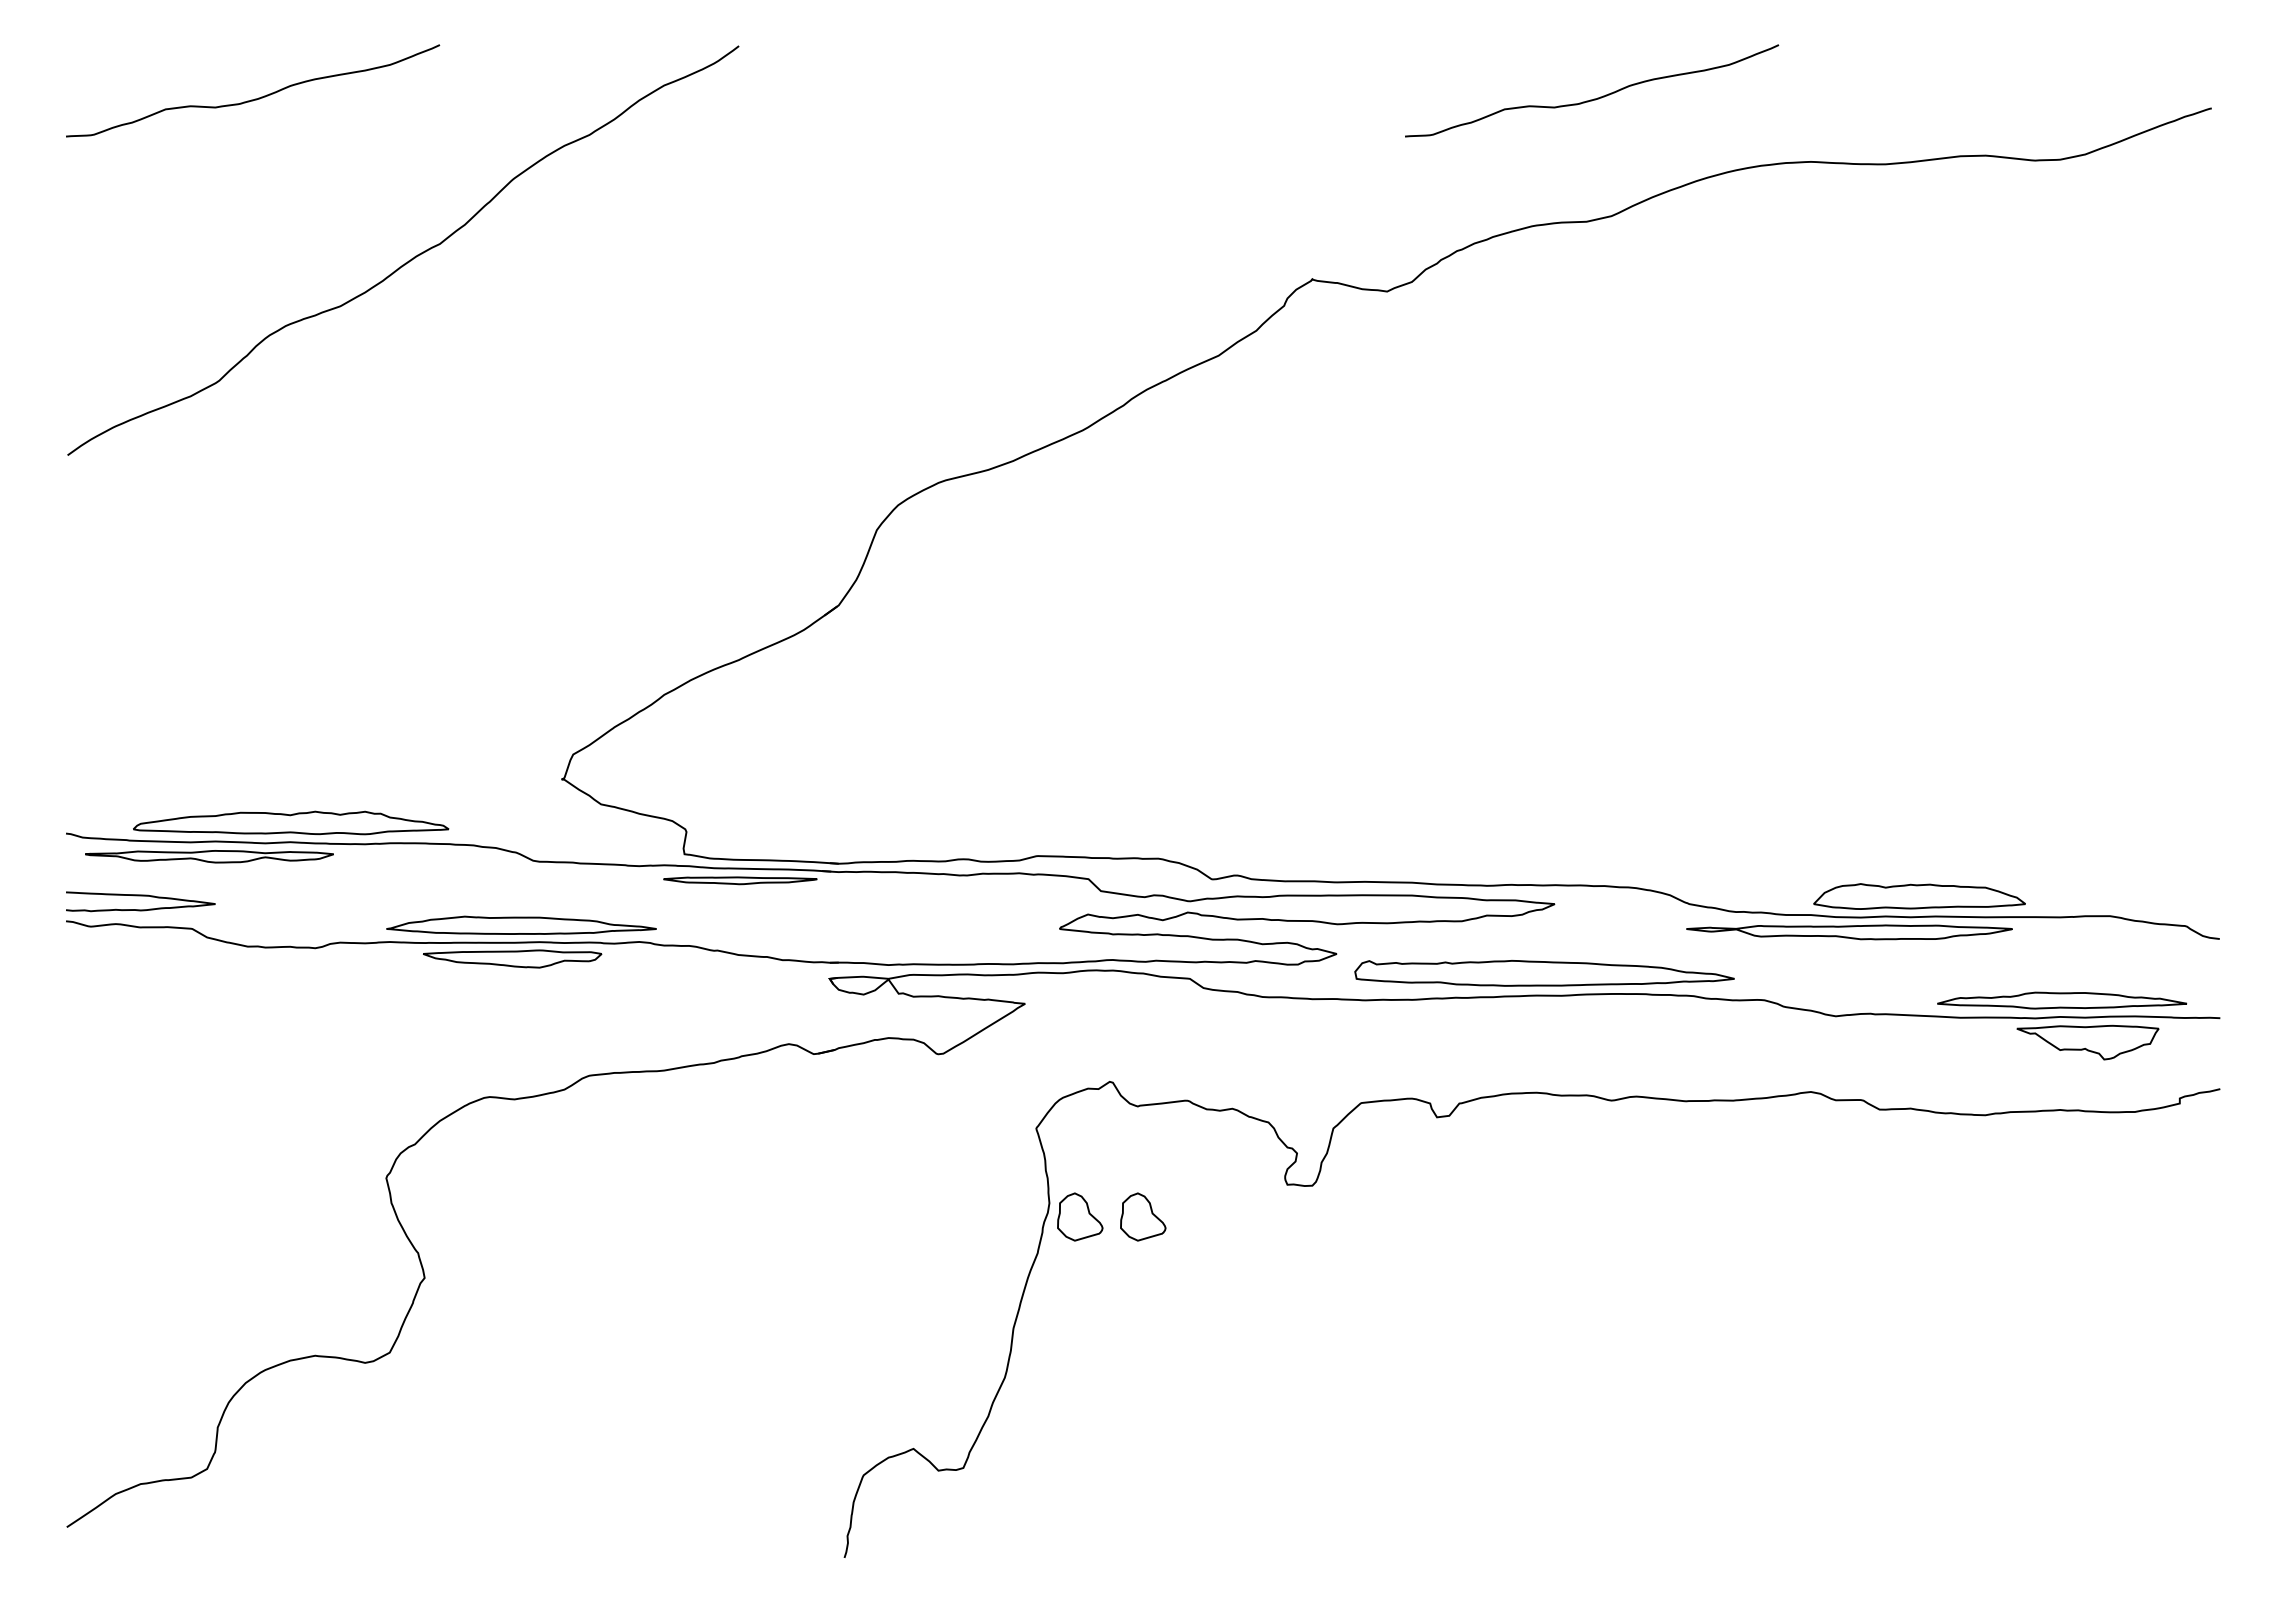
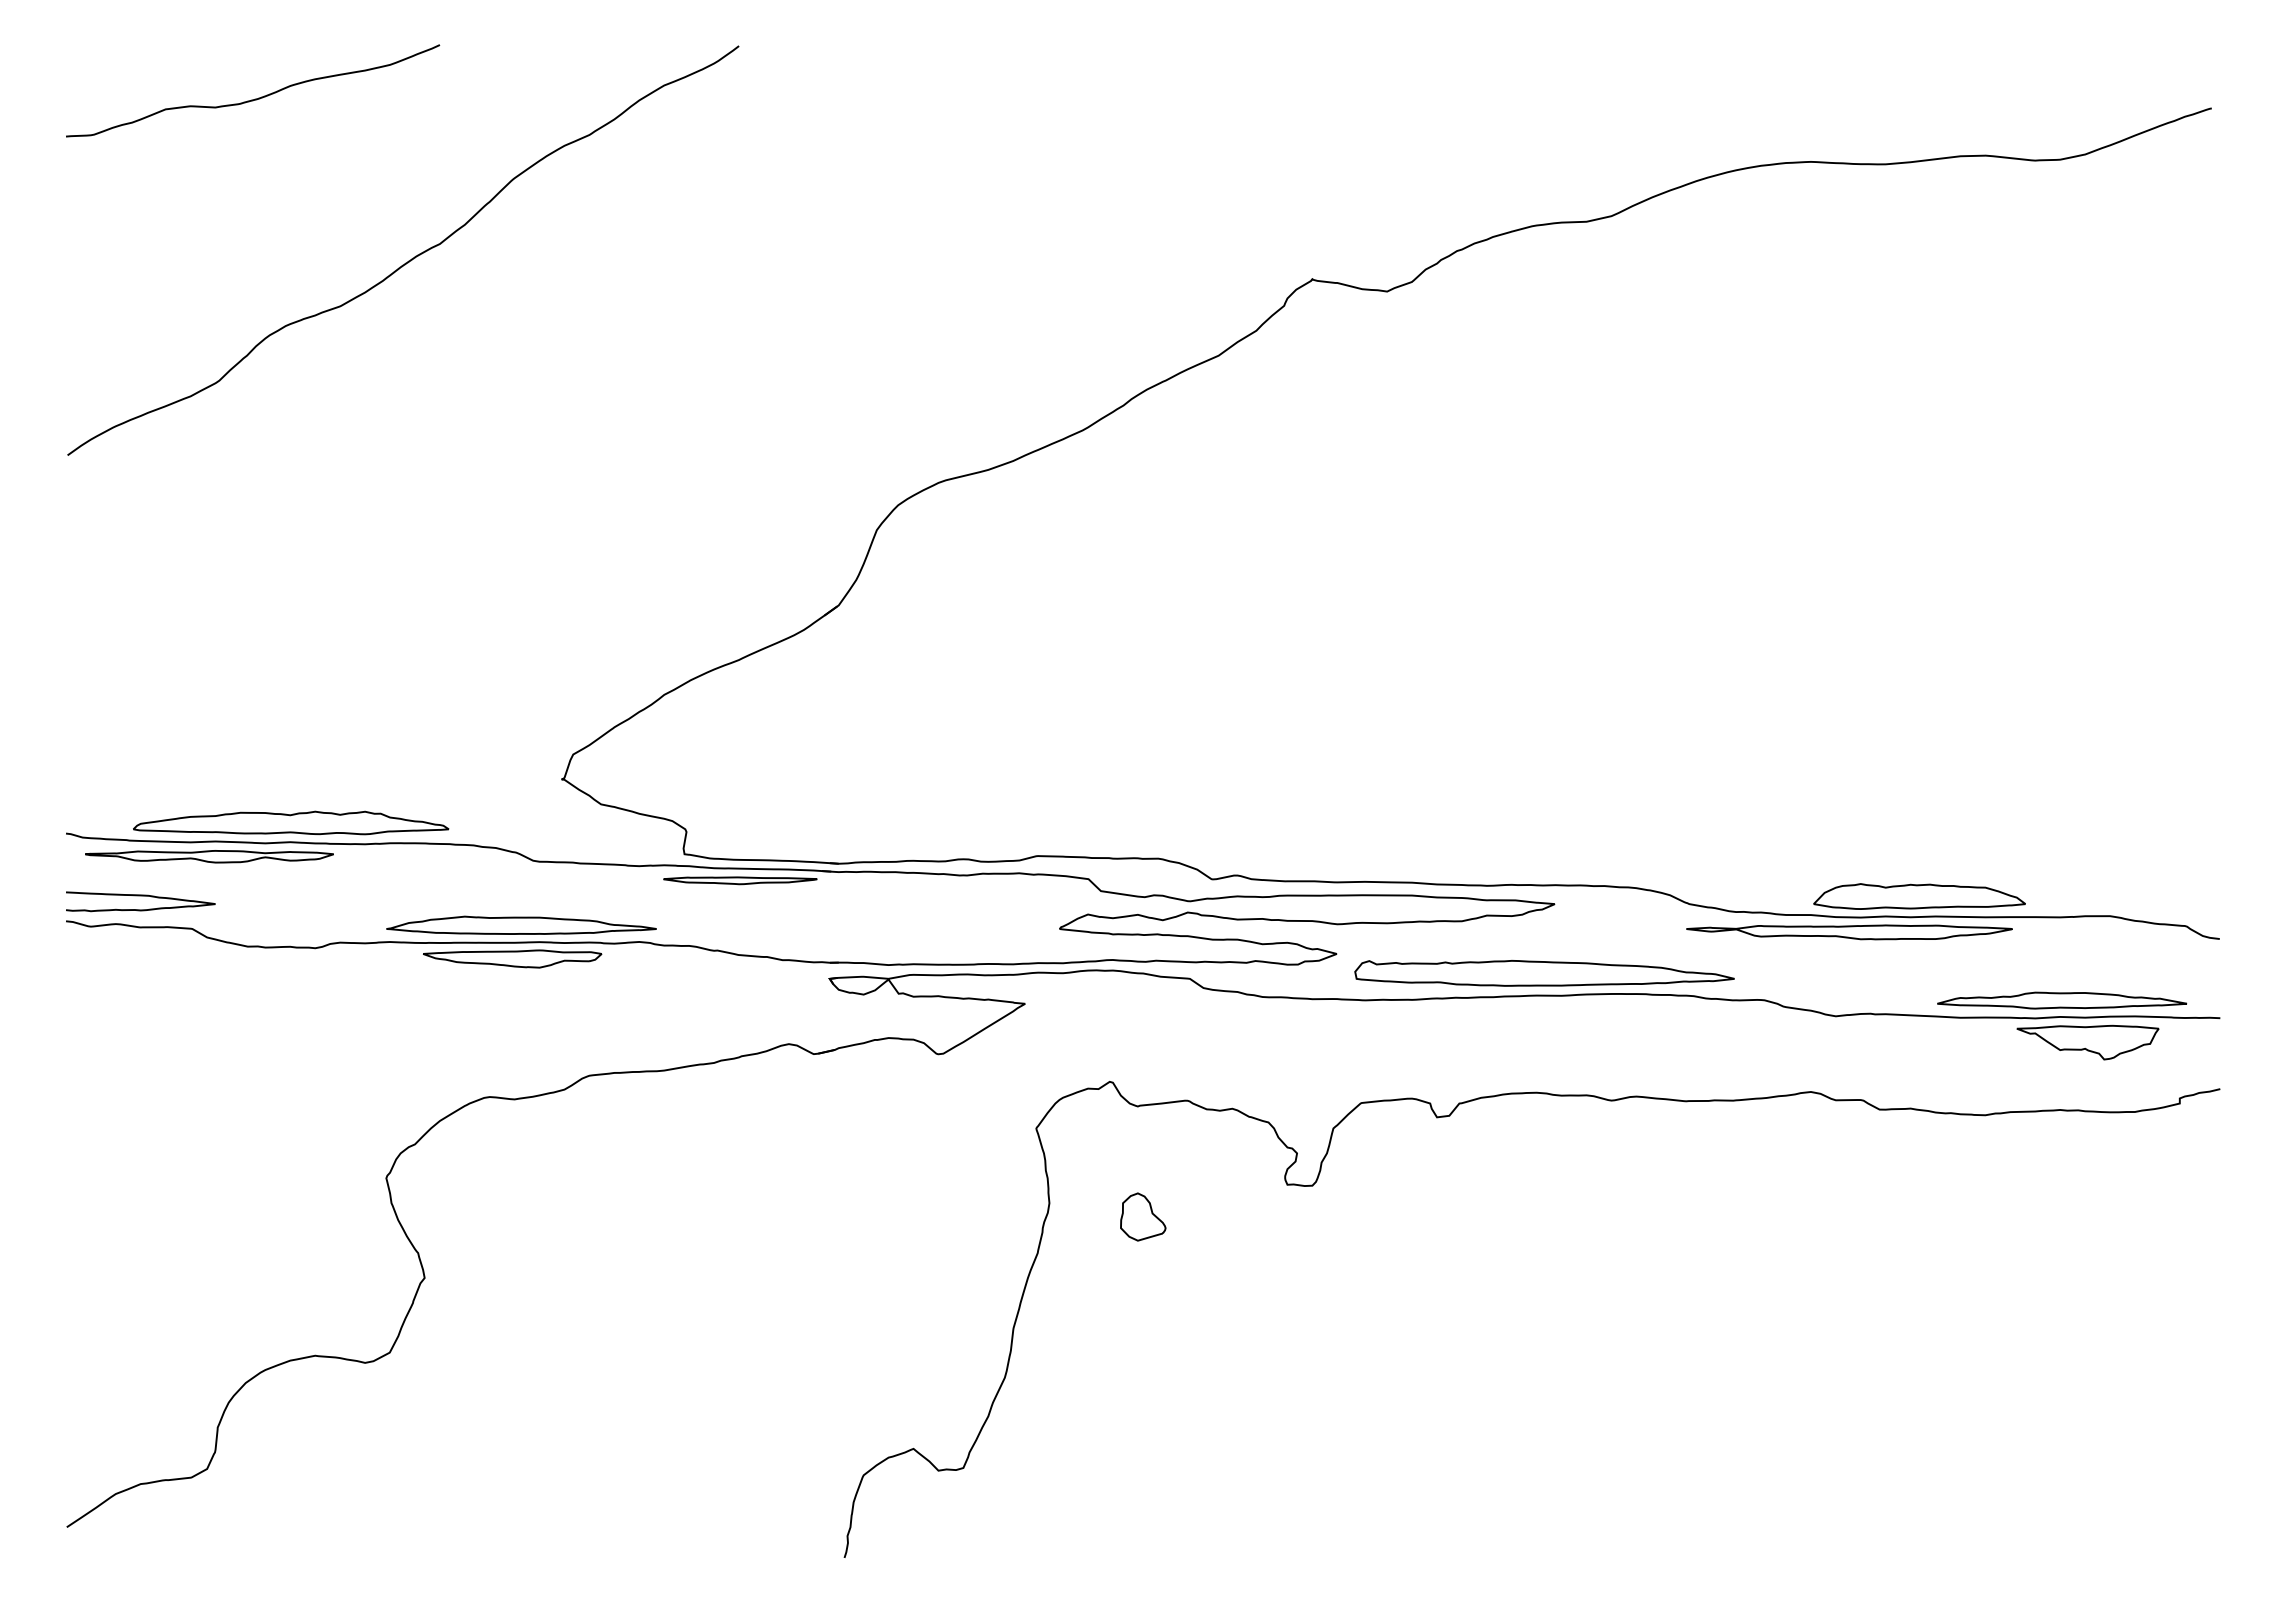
curve at (1594, 98): present -> none
part at (1080, 1216): present -> none
